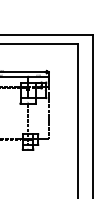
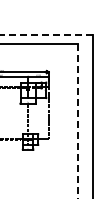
line at (46, 34): solid -> dashed
line at (78, 121): solid -> dashed
